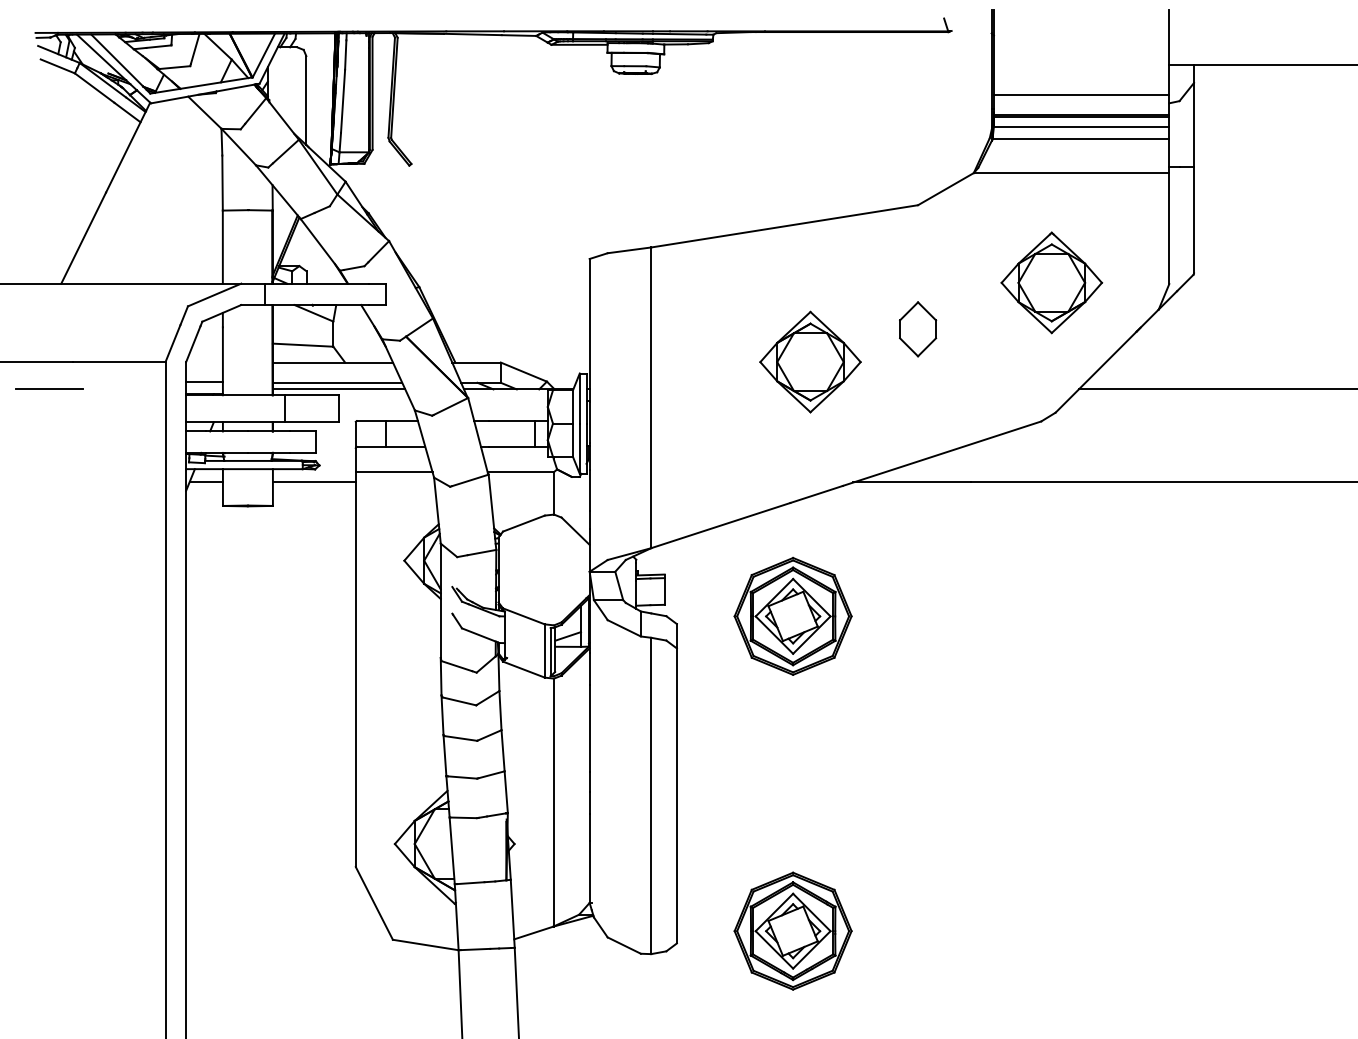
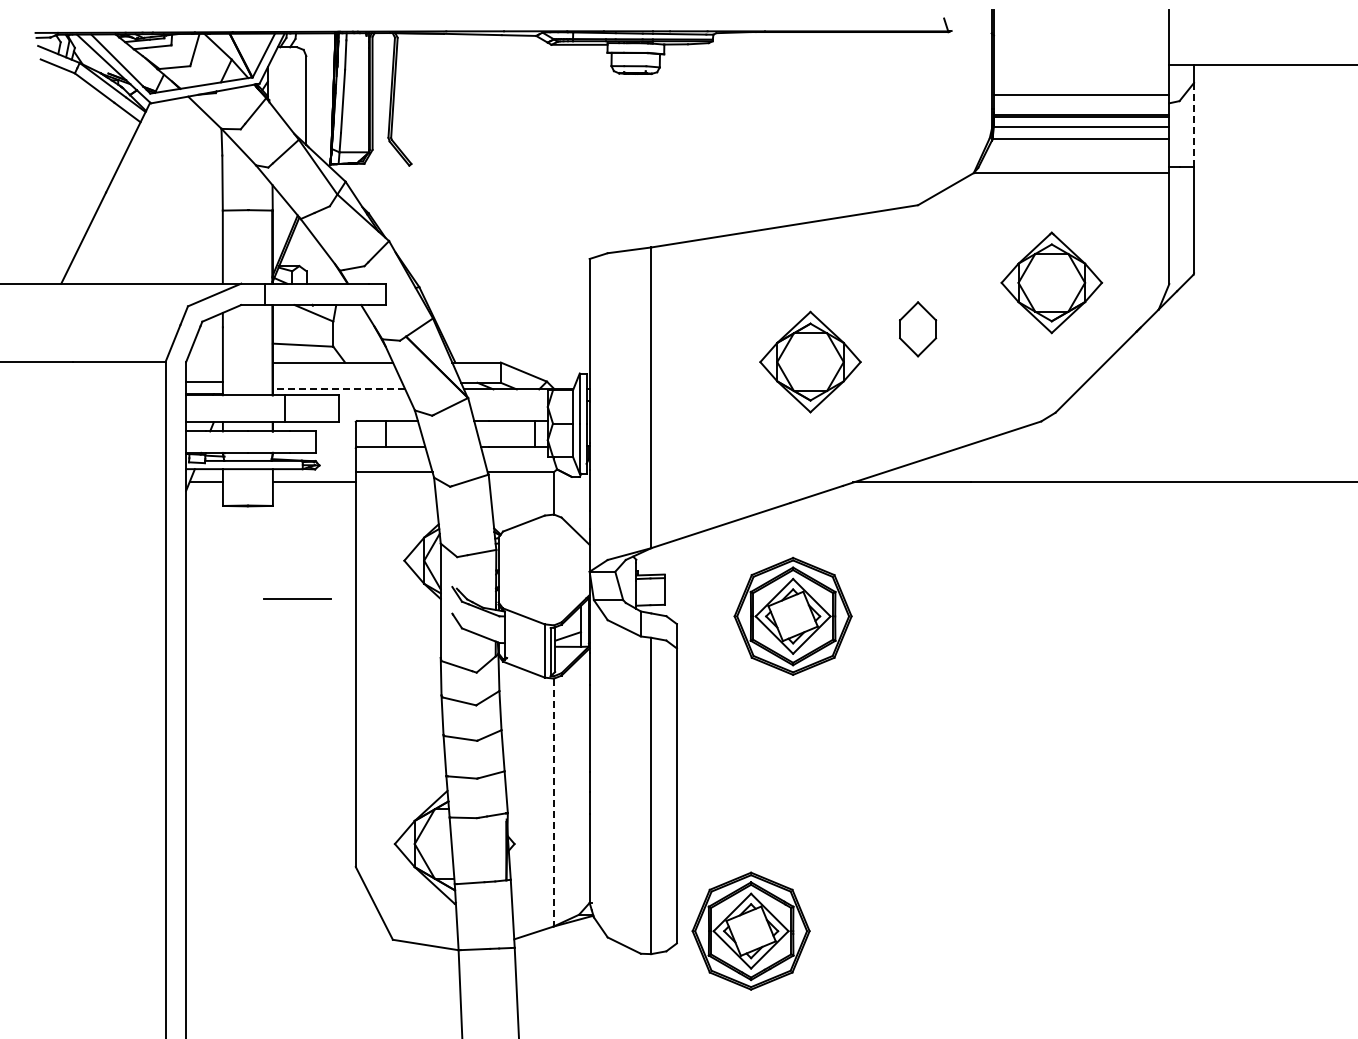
line at (1194, 124): solid -> dashed
line at (337, 382): present -> none
line at (49, 388) position: (49, 388) -> (297, 598)
line at (338, 389): solid -> dashed
line at (1216, 389): present -> none
line at (553, 802): solid -> dashed
part at (792, 930) position: (792, 930) -> (750, 930)
